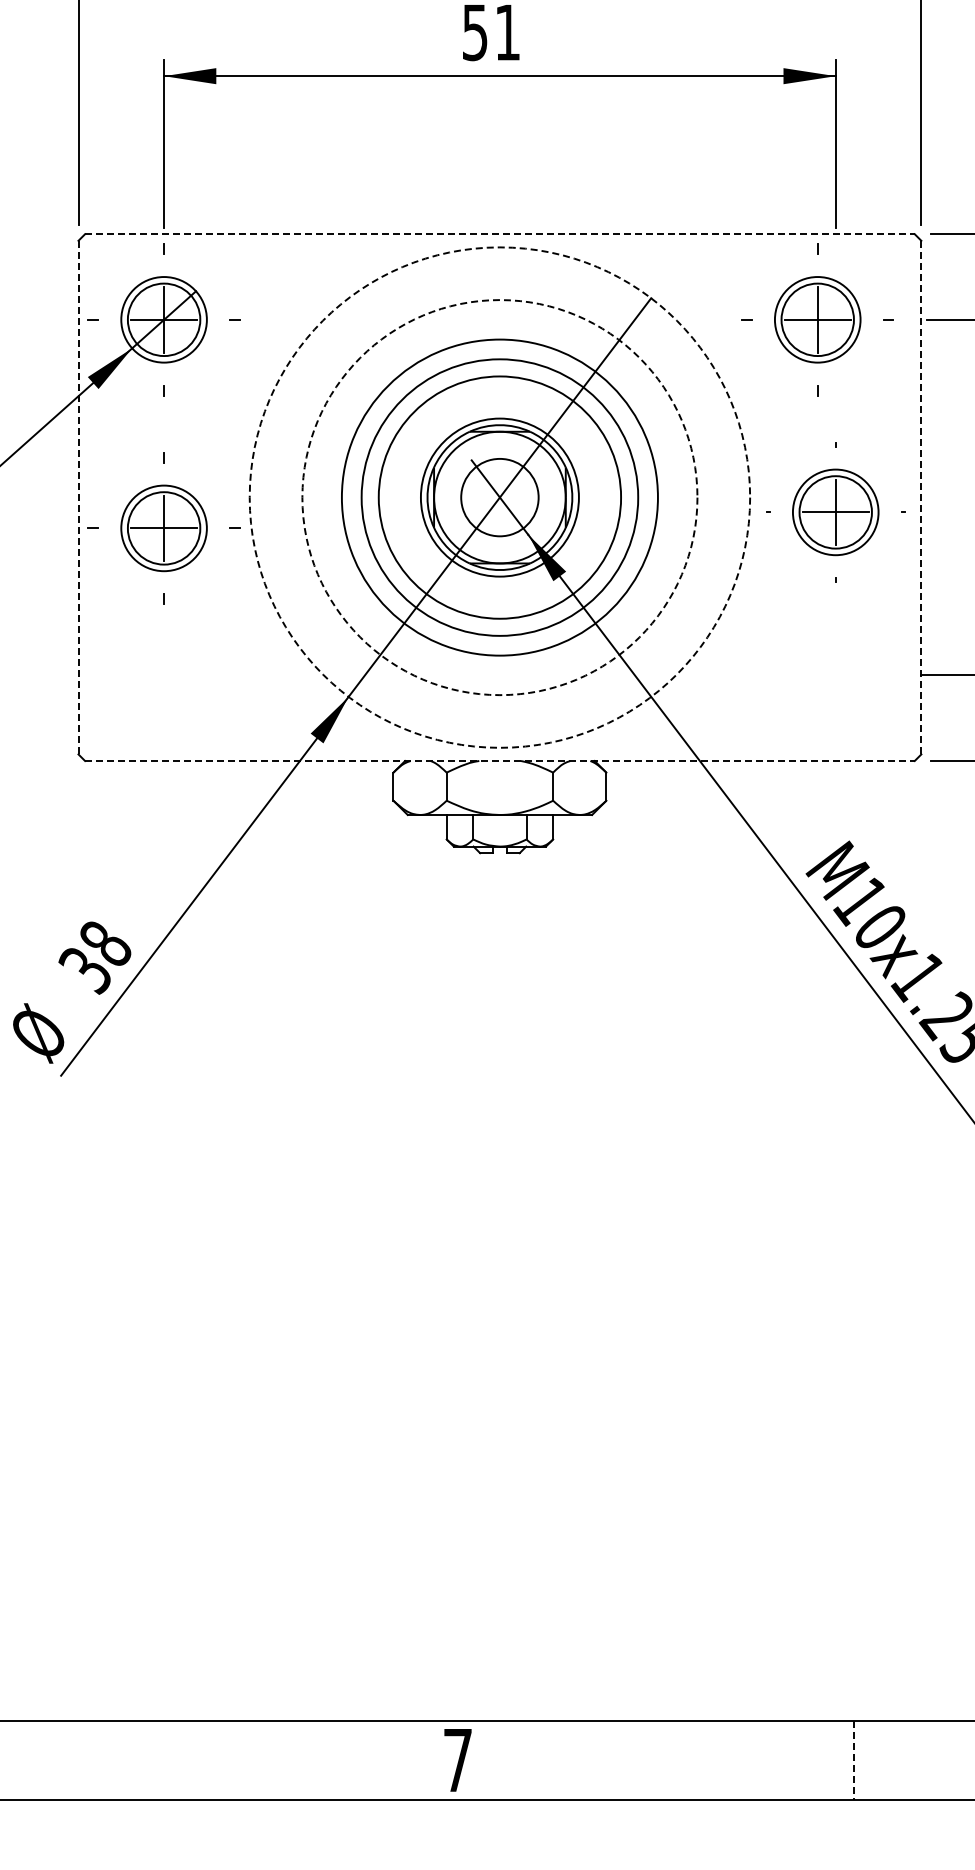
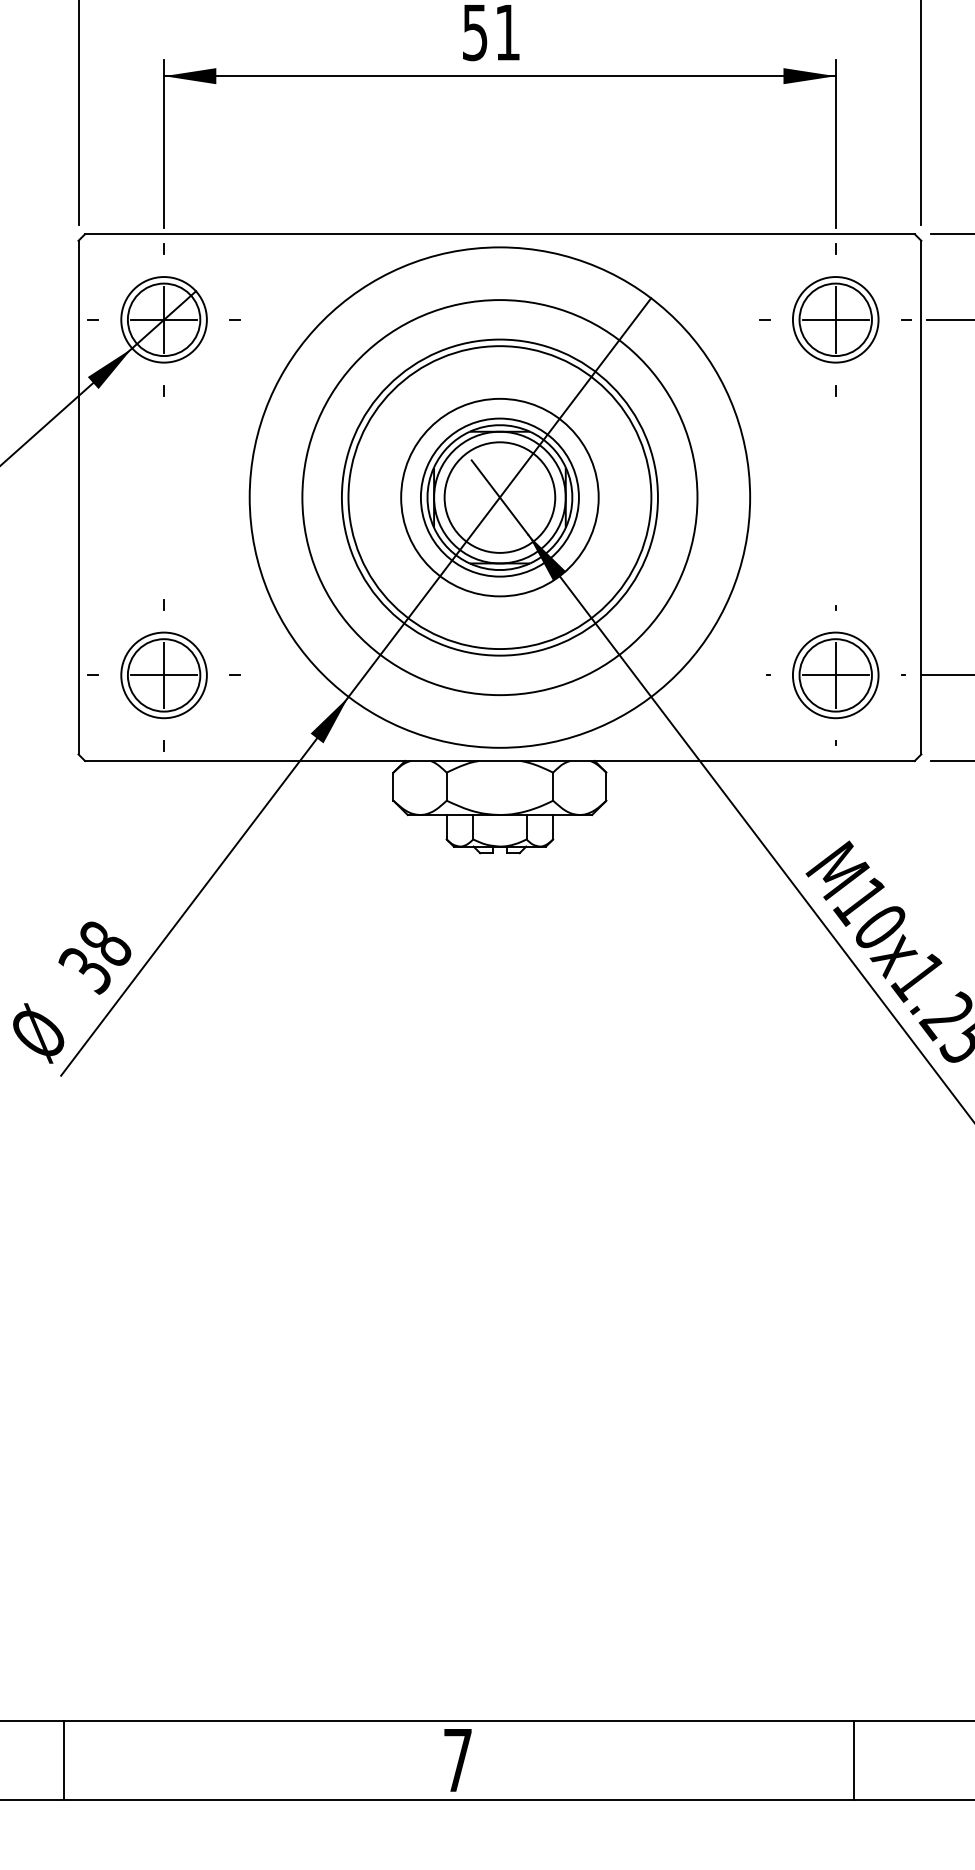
line at (499, 234): dashed -> solid
part at (817, 319) position: (817, 319) -> (835, 319)
line at (78, 497): dashed -> solid
circle at (499, 497) diameter: 242 px -> 303 px
circle at (499, 497) diameter: 277 px -> 198 px
circle at (499, 497) diameter: 77 px -> 111 px
circle at (499, 497): dashed -> solid
circle at (499, 497): dashed -> solid
line at (921, 497): dashed -> solid
part at (835, 512) position: (835, 512) -> (835, 675)
part at (163, 528) position: (163, 528) -> (163, 675)
line at (499, 761): dashed -> solid
line at (63, 1759): none -> present
line at (853, 1760): dashed -> solid
